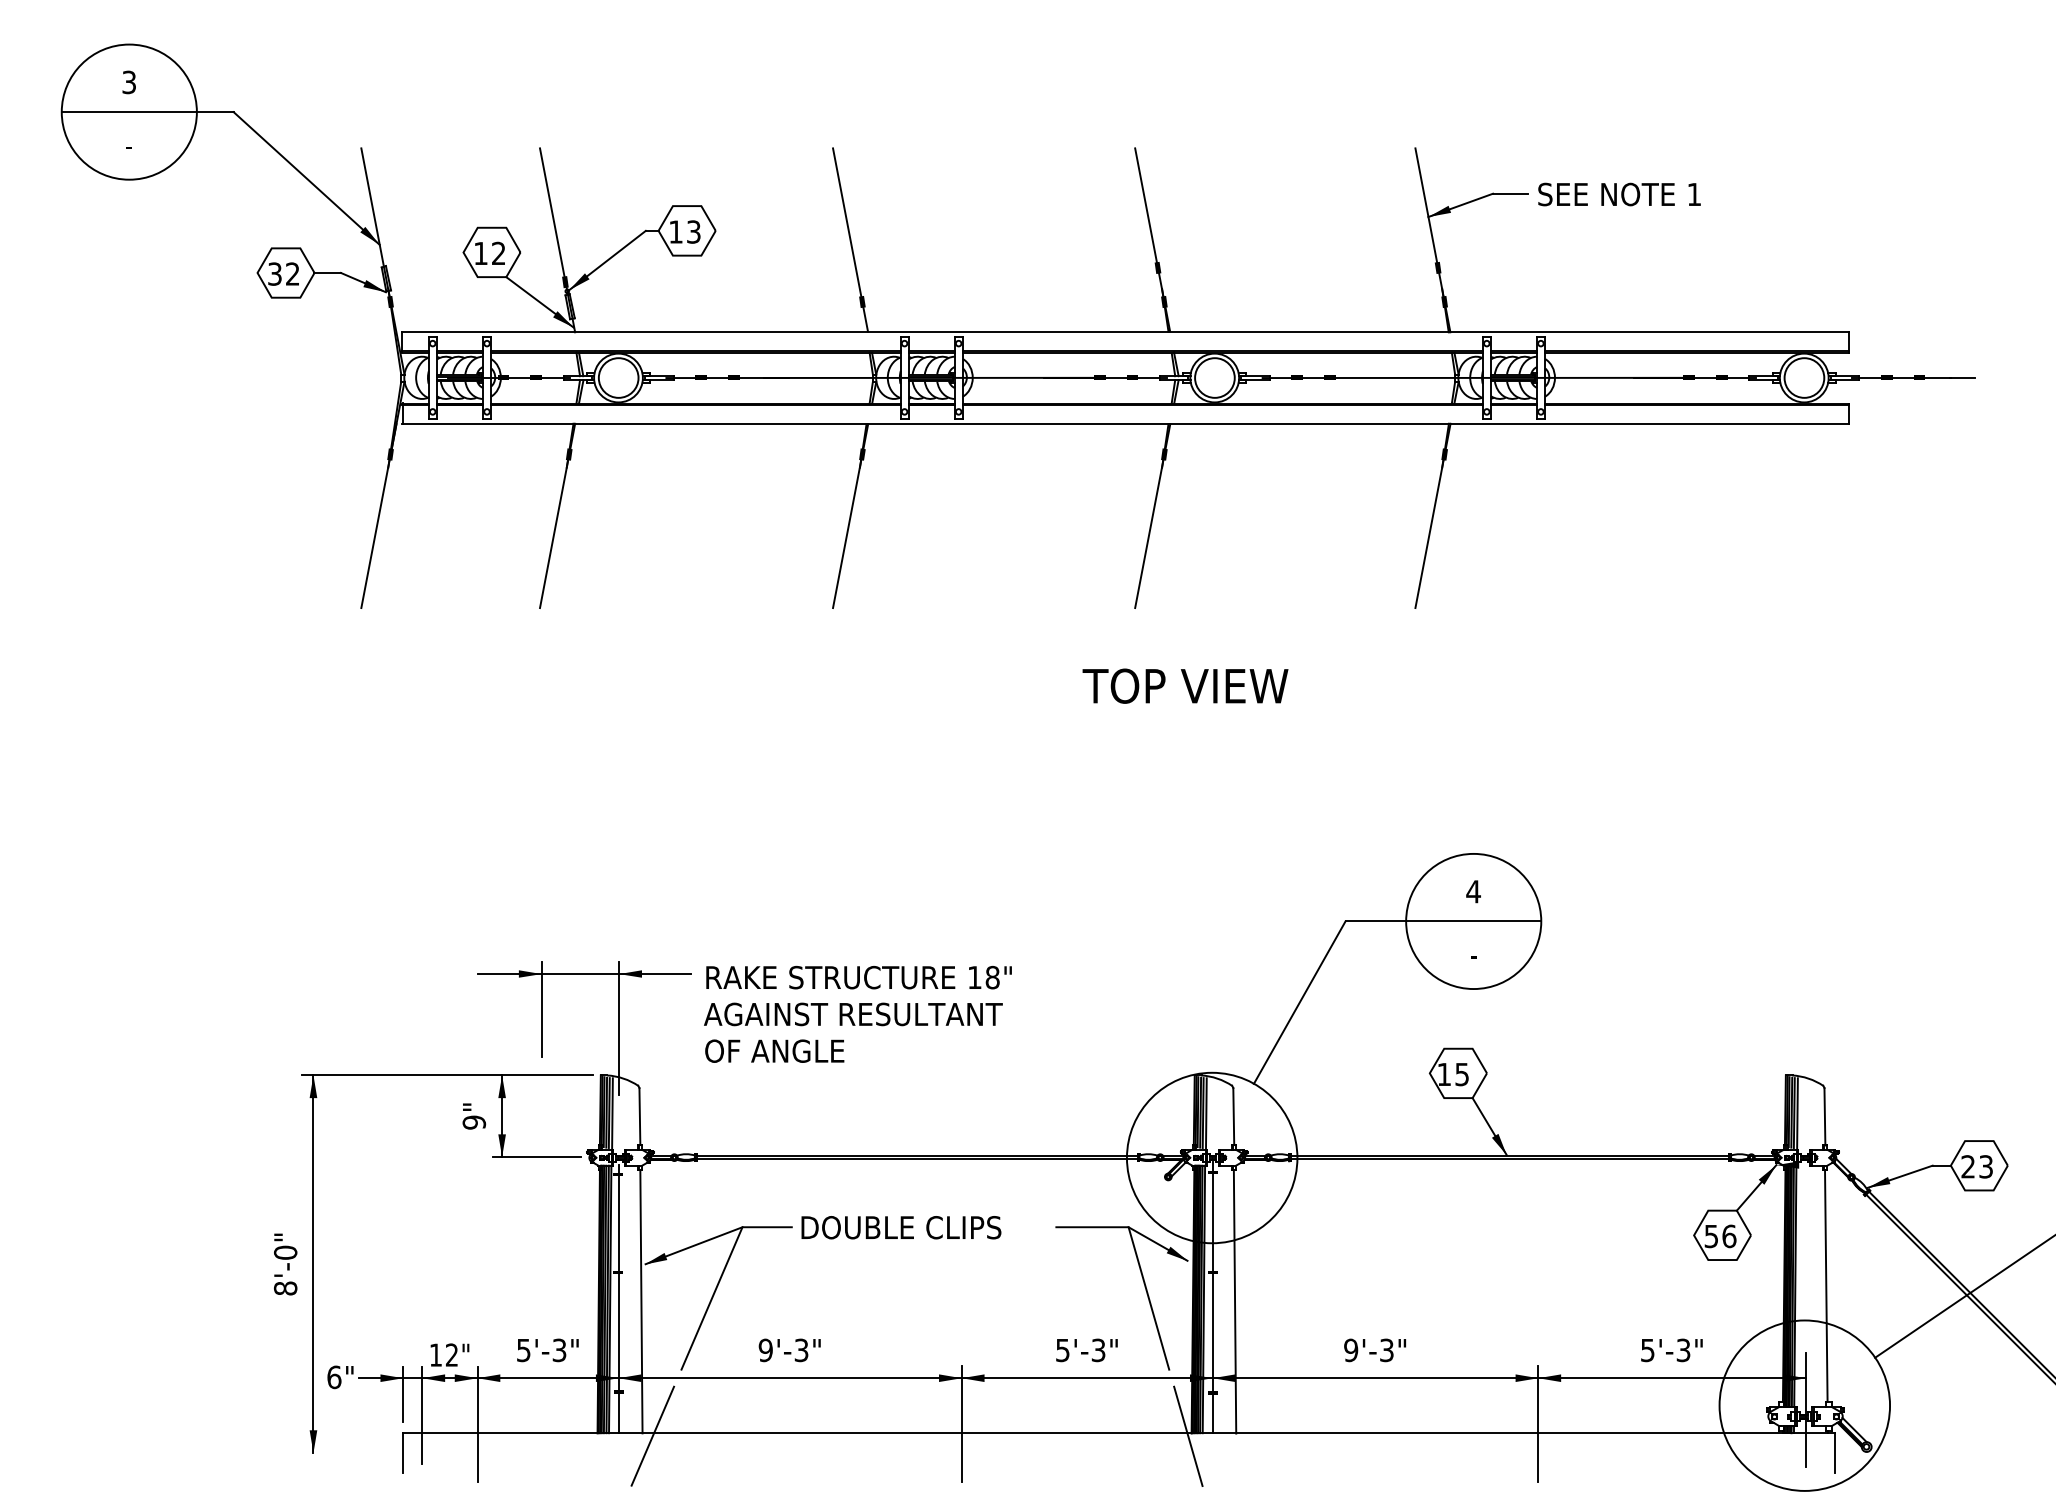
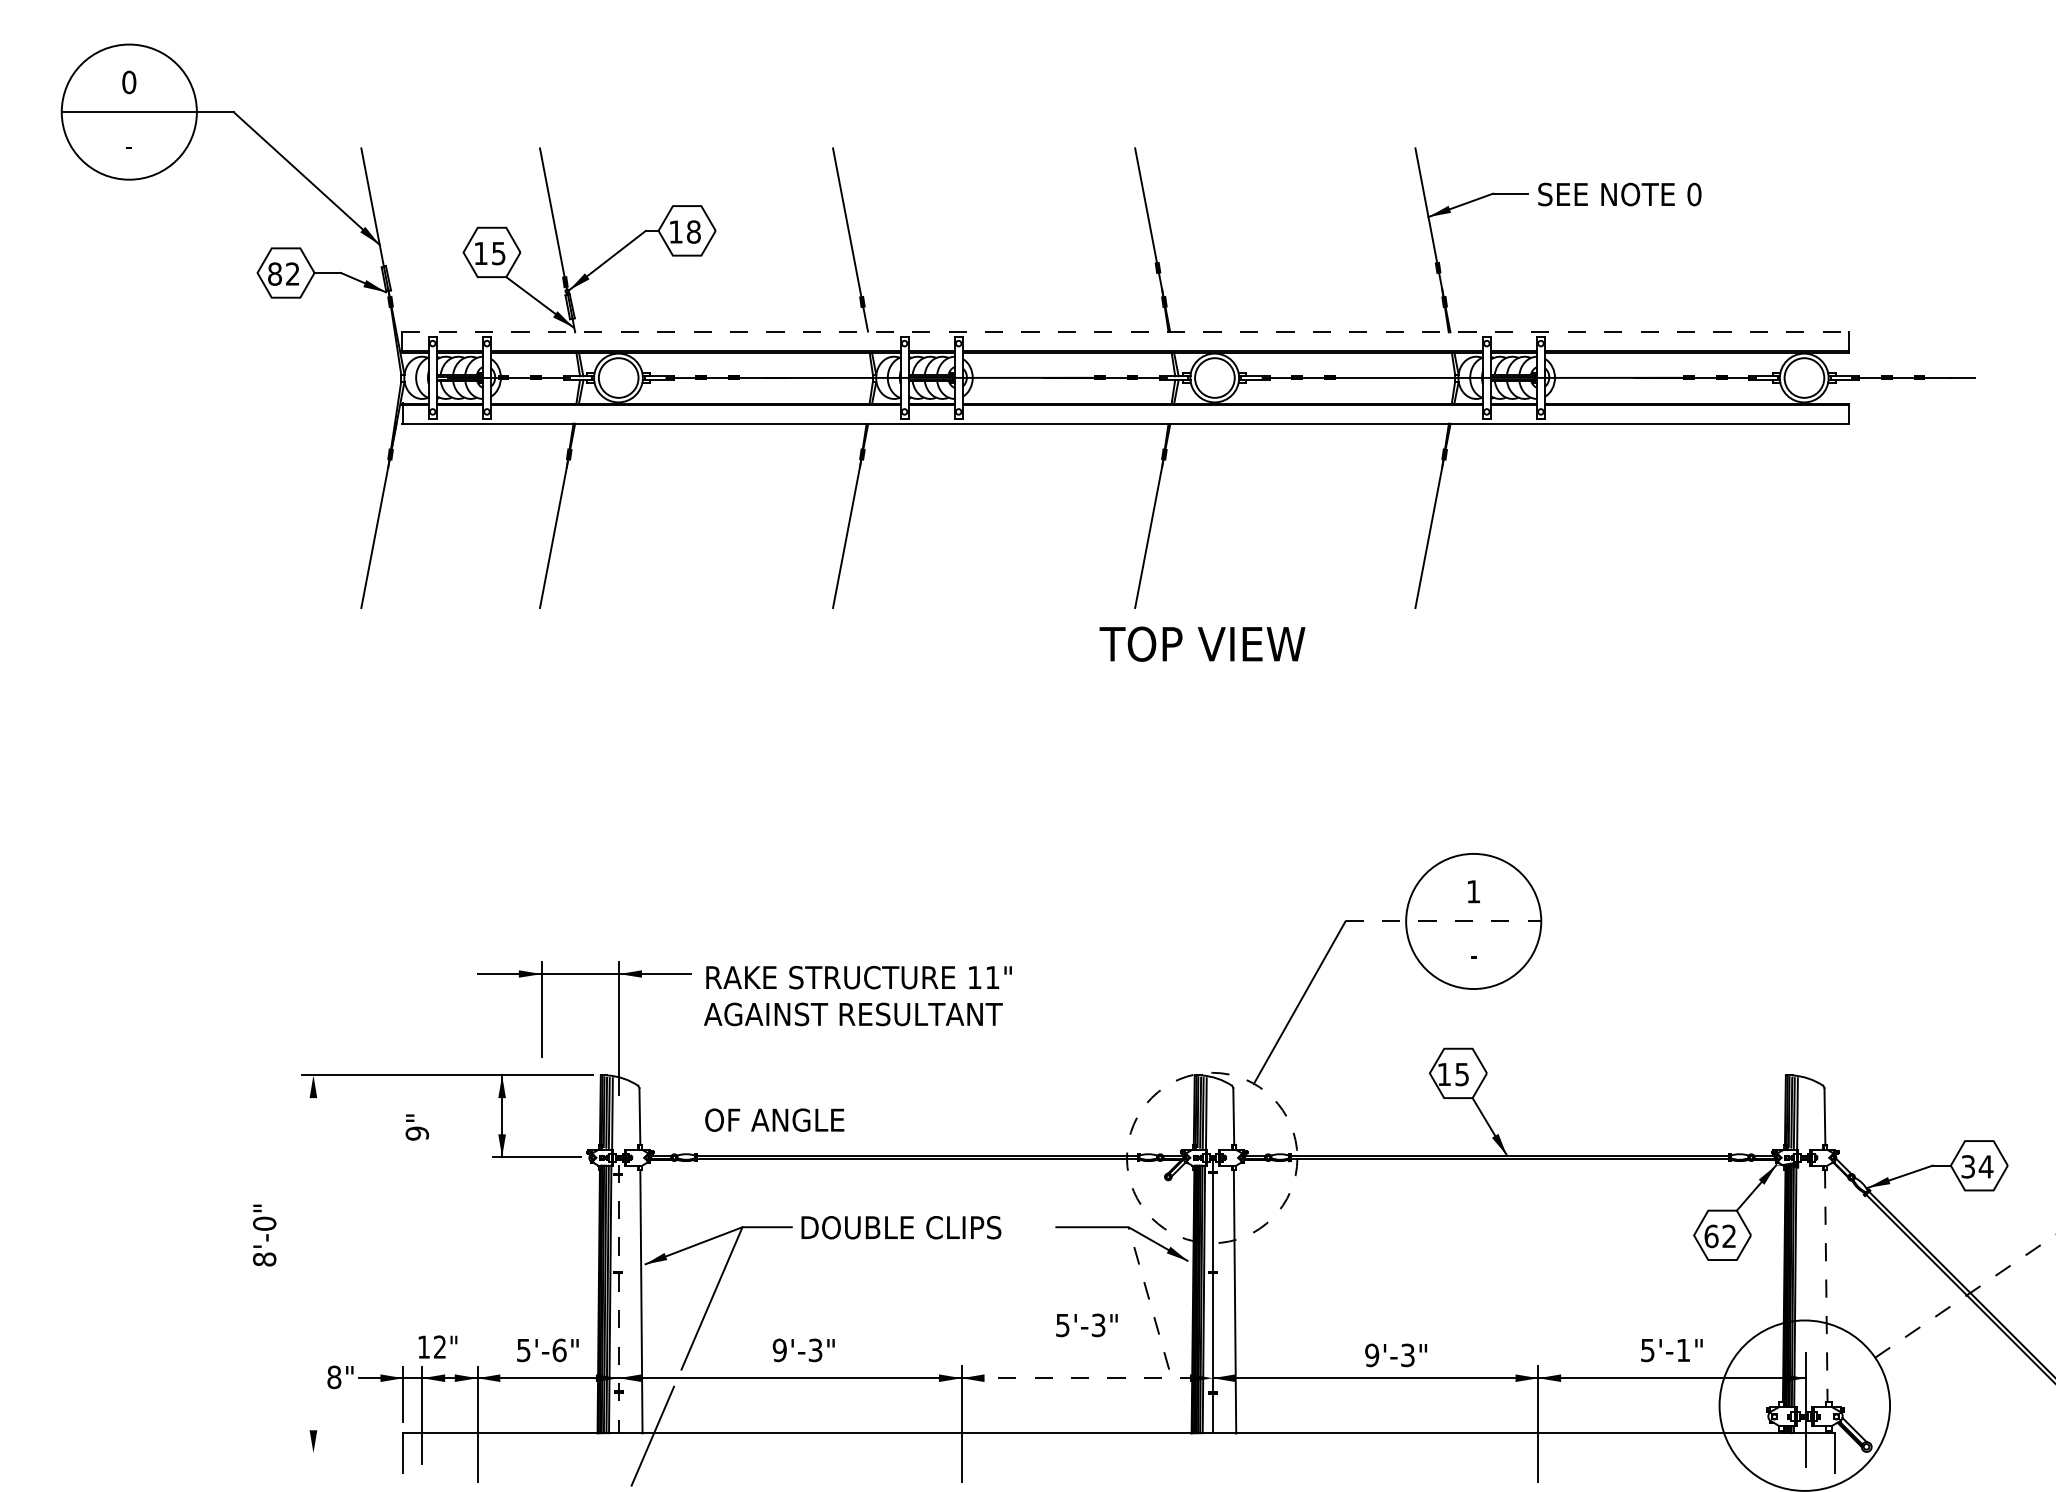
text at (129, 82): 3 -> 0
text at (1694, 194): 1 -> 0
text at (693, 231): 13 -> 18
text at (498, 253): 12 -> 15
text at (274, 273): 32 -> 82
line at (1126, 332): solid -> dashed
text at (1185, 685) position: (1185, 685) -> (1202, 643)
text at (1473, 891): 4 -> 1
line at (1443, 921): solid -> dashed
text at (992, 977): 18" -> 11"
text at (774, 1050) position: (774, 1050) -> (774, 1119)
text at (474, 1116) position: (474, 1116) -> (417, 1127)
circle at (1211, 1157): solid -> dashed
text at (1977, 1166): 23 -> 34
text at (1720, 1236): 56 -> 62
text at (285, 1264) position: (285, 1264) -> (264, 1235)
line at (313, 1264): present -> none
line at (1826, 1285): solid -> dashed
line at (1965, 1296): solid -> dashed
line at (1148, 1297): solid -> dashed
line at (618, 1299): solid -> dashed
text at (559, 1350): 5'-3" -> 5'-6"
text at (789, 1350) position: (789, 1350) -> (803, 1350)
text at (1086, 1350) position: (1086, 1350) -> (1086, 1325)
text at (1374, 1350) position: (1374, 1350) -> (1395, 1355)
text at (1683, 1350): 5'-3" -> 5'-1"
text at (449, 1354) position: (449, 1354) -> (437, 1346)
text at (334, 1376): 6" -> 8"
line at (1087, 1378): solid -> dashed
line at (1188, 1436): present -> none
